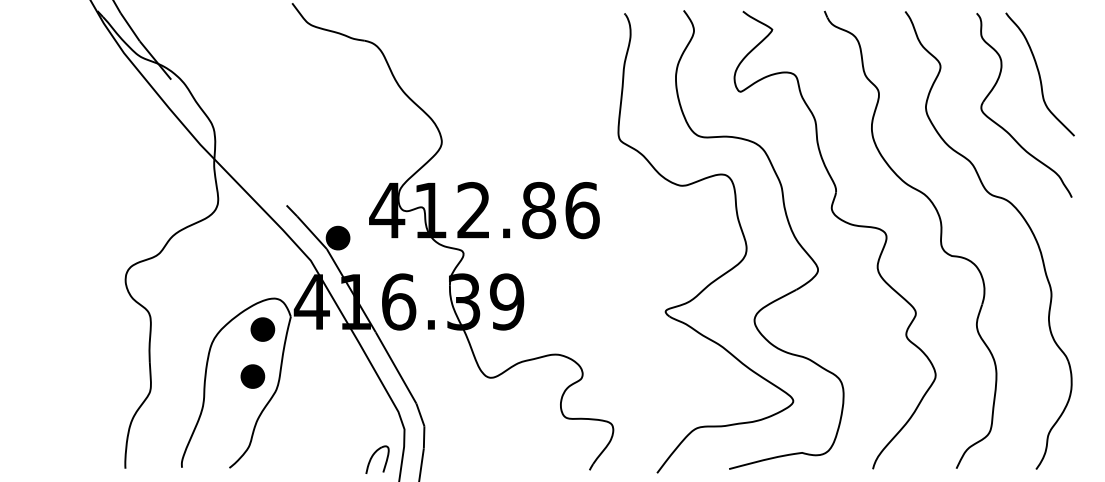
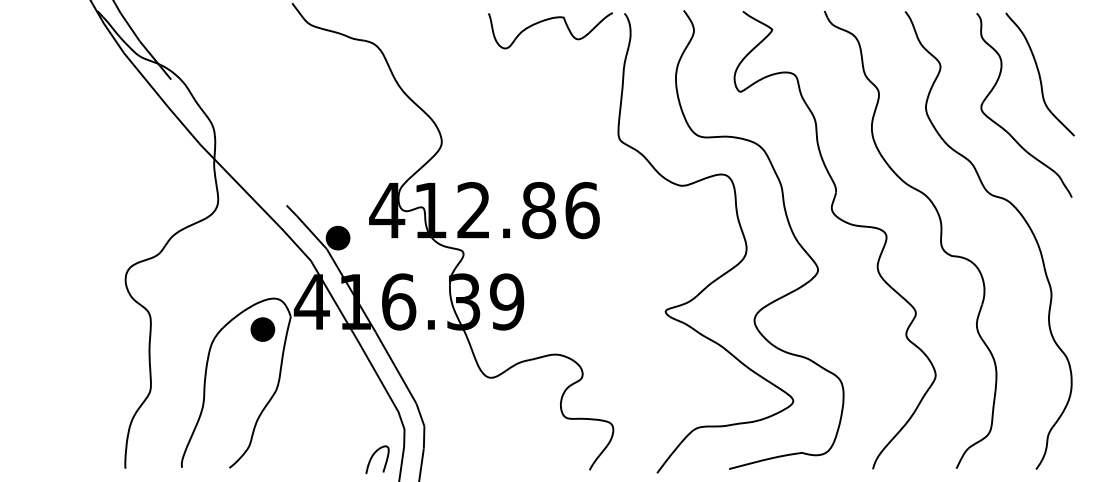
curve at (548, 20): none -> present
part at (252, 376): present -> none
